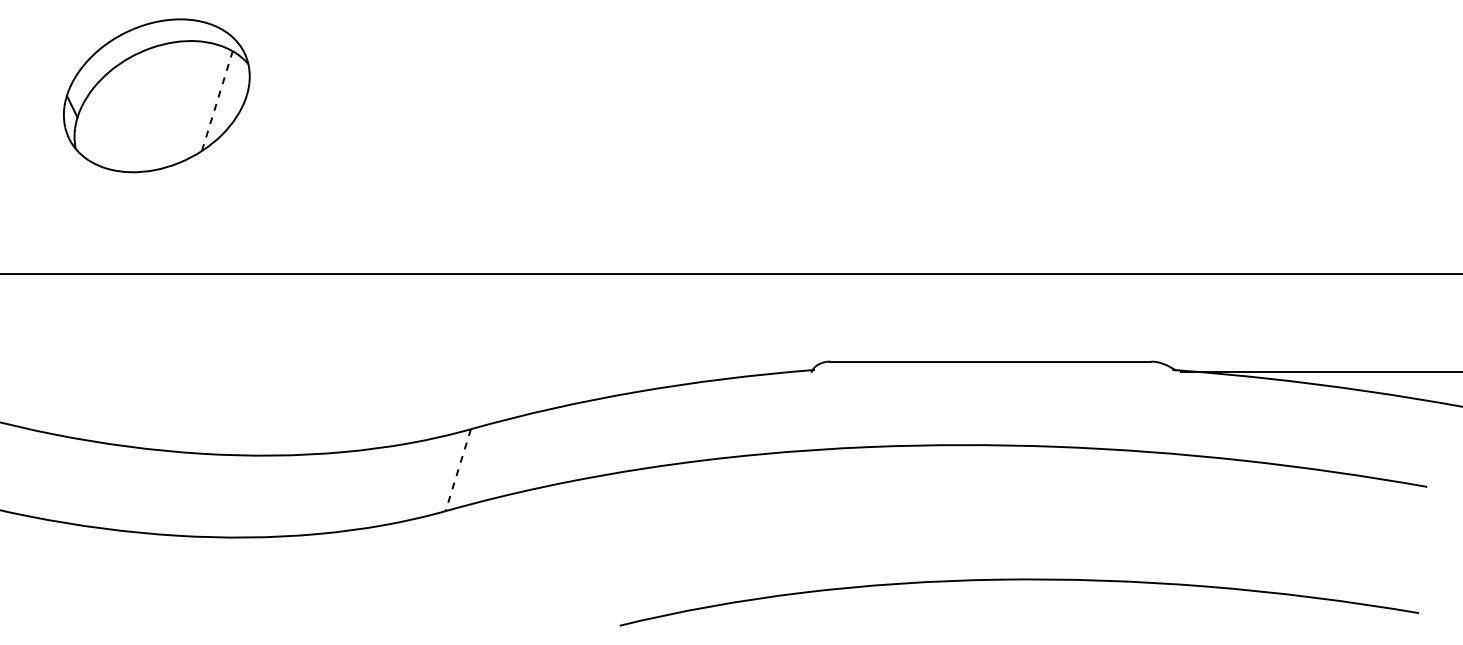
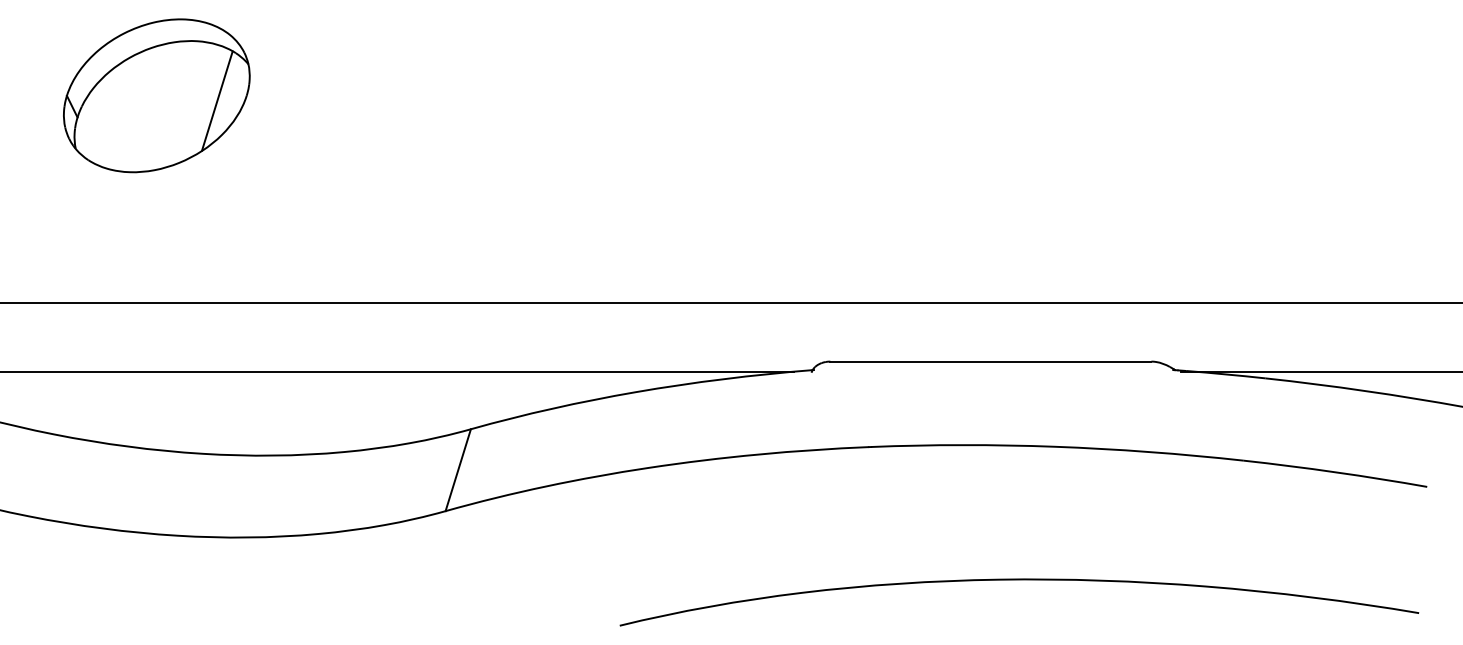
line at (217, 101): dashed -> solid
line at (730, 274) position: (730, 274) -> (730, 303)
line at (398, 371): none -> present
line at (458, 470): dashed -> solid
